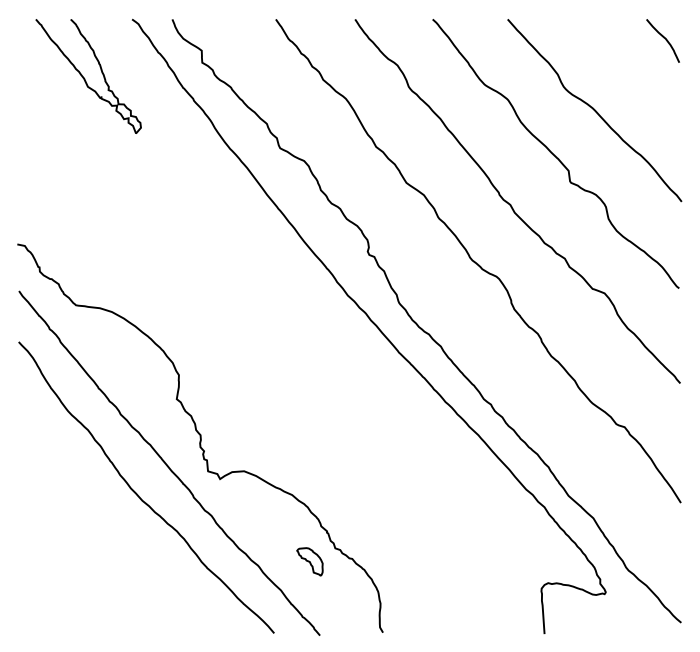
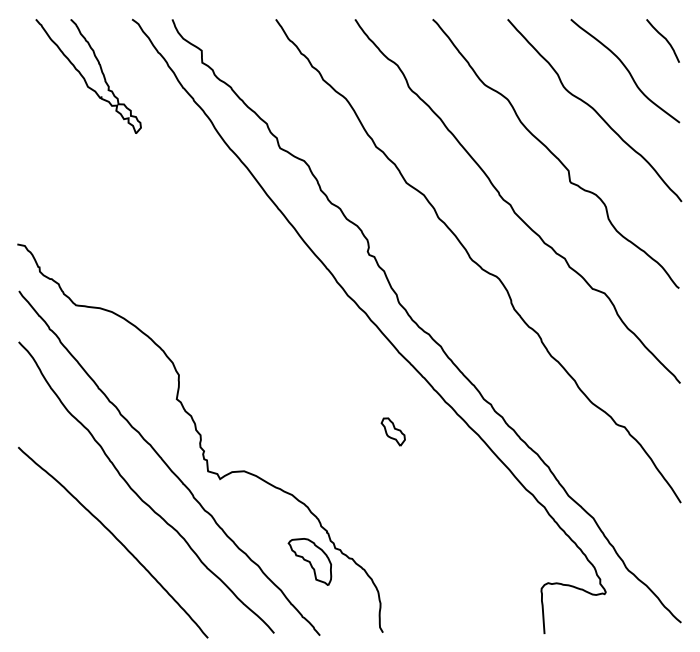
curve at (626, 70): none -> present
part at (392, 431): none -> present
curve at (116, 539): none -> present
part at (309, 561) size: 28x30 px -> 46x48 px
